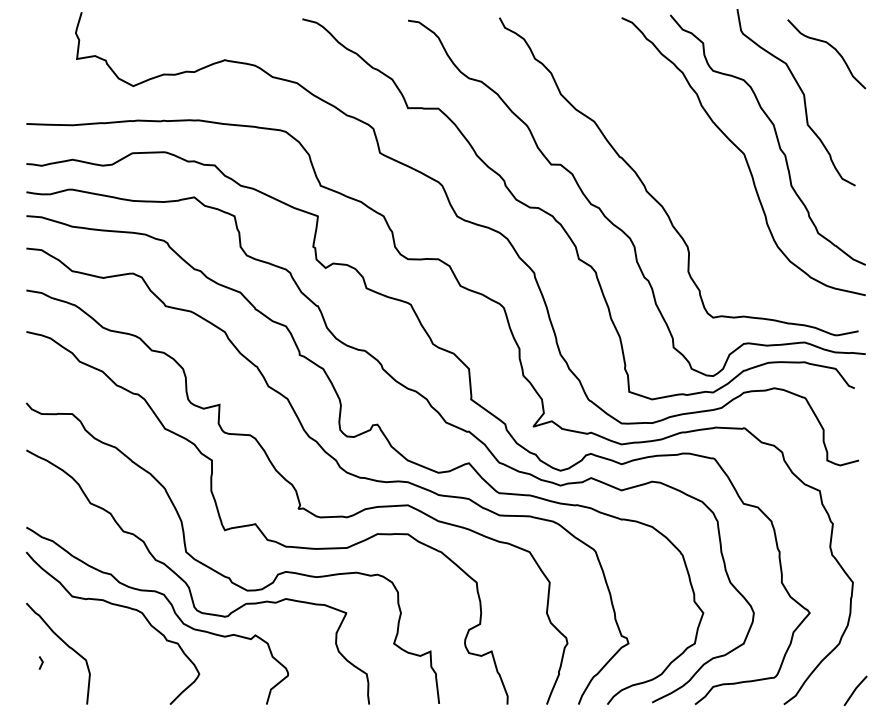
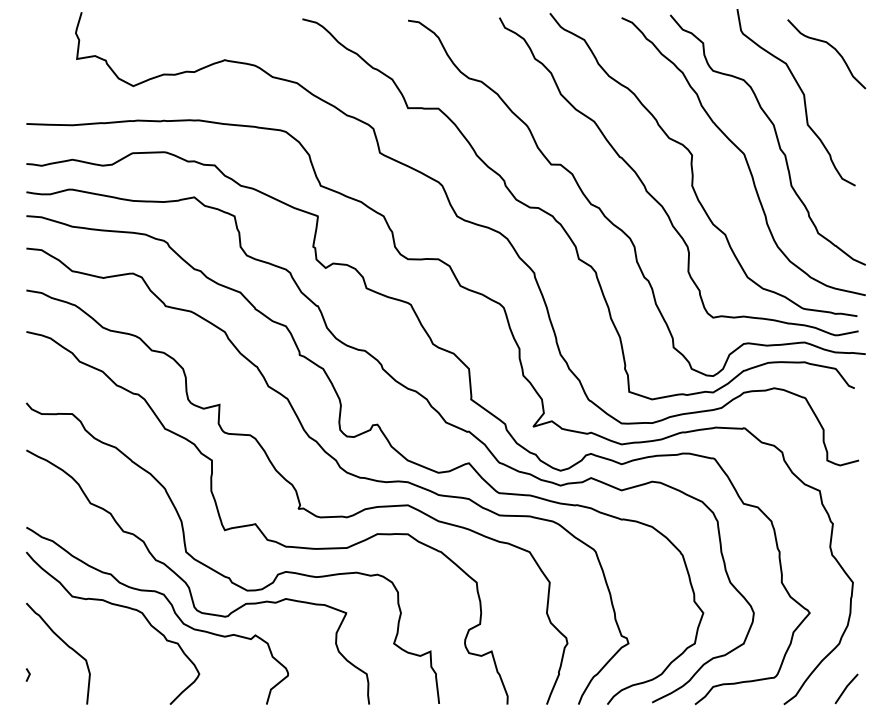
curve at (692, 164): none -> present
line at (41, 662) position: (41, 662) -> (28, 674)
line at (855, 690) position: (855, 690) -> (846, 688)
